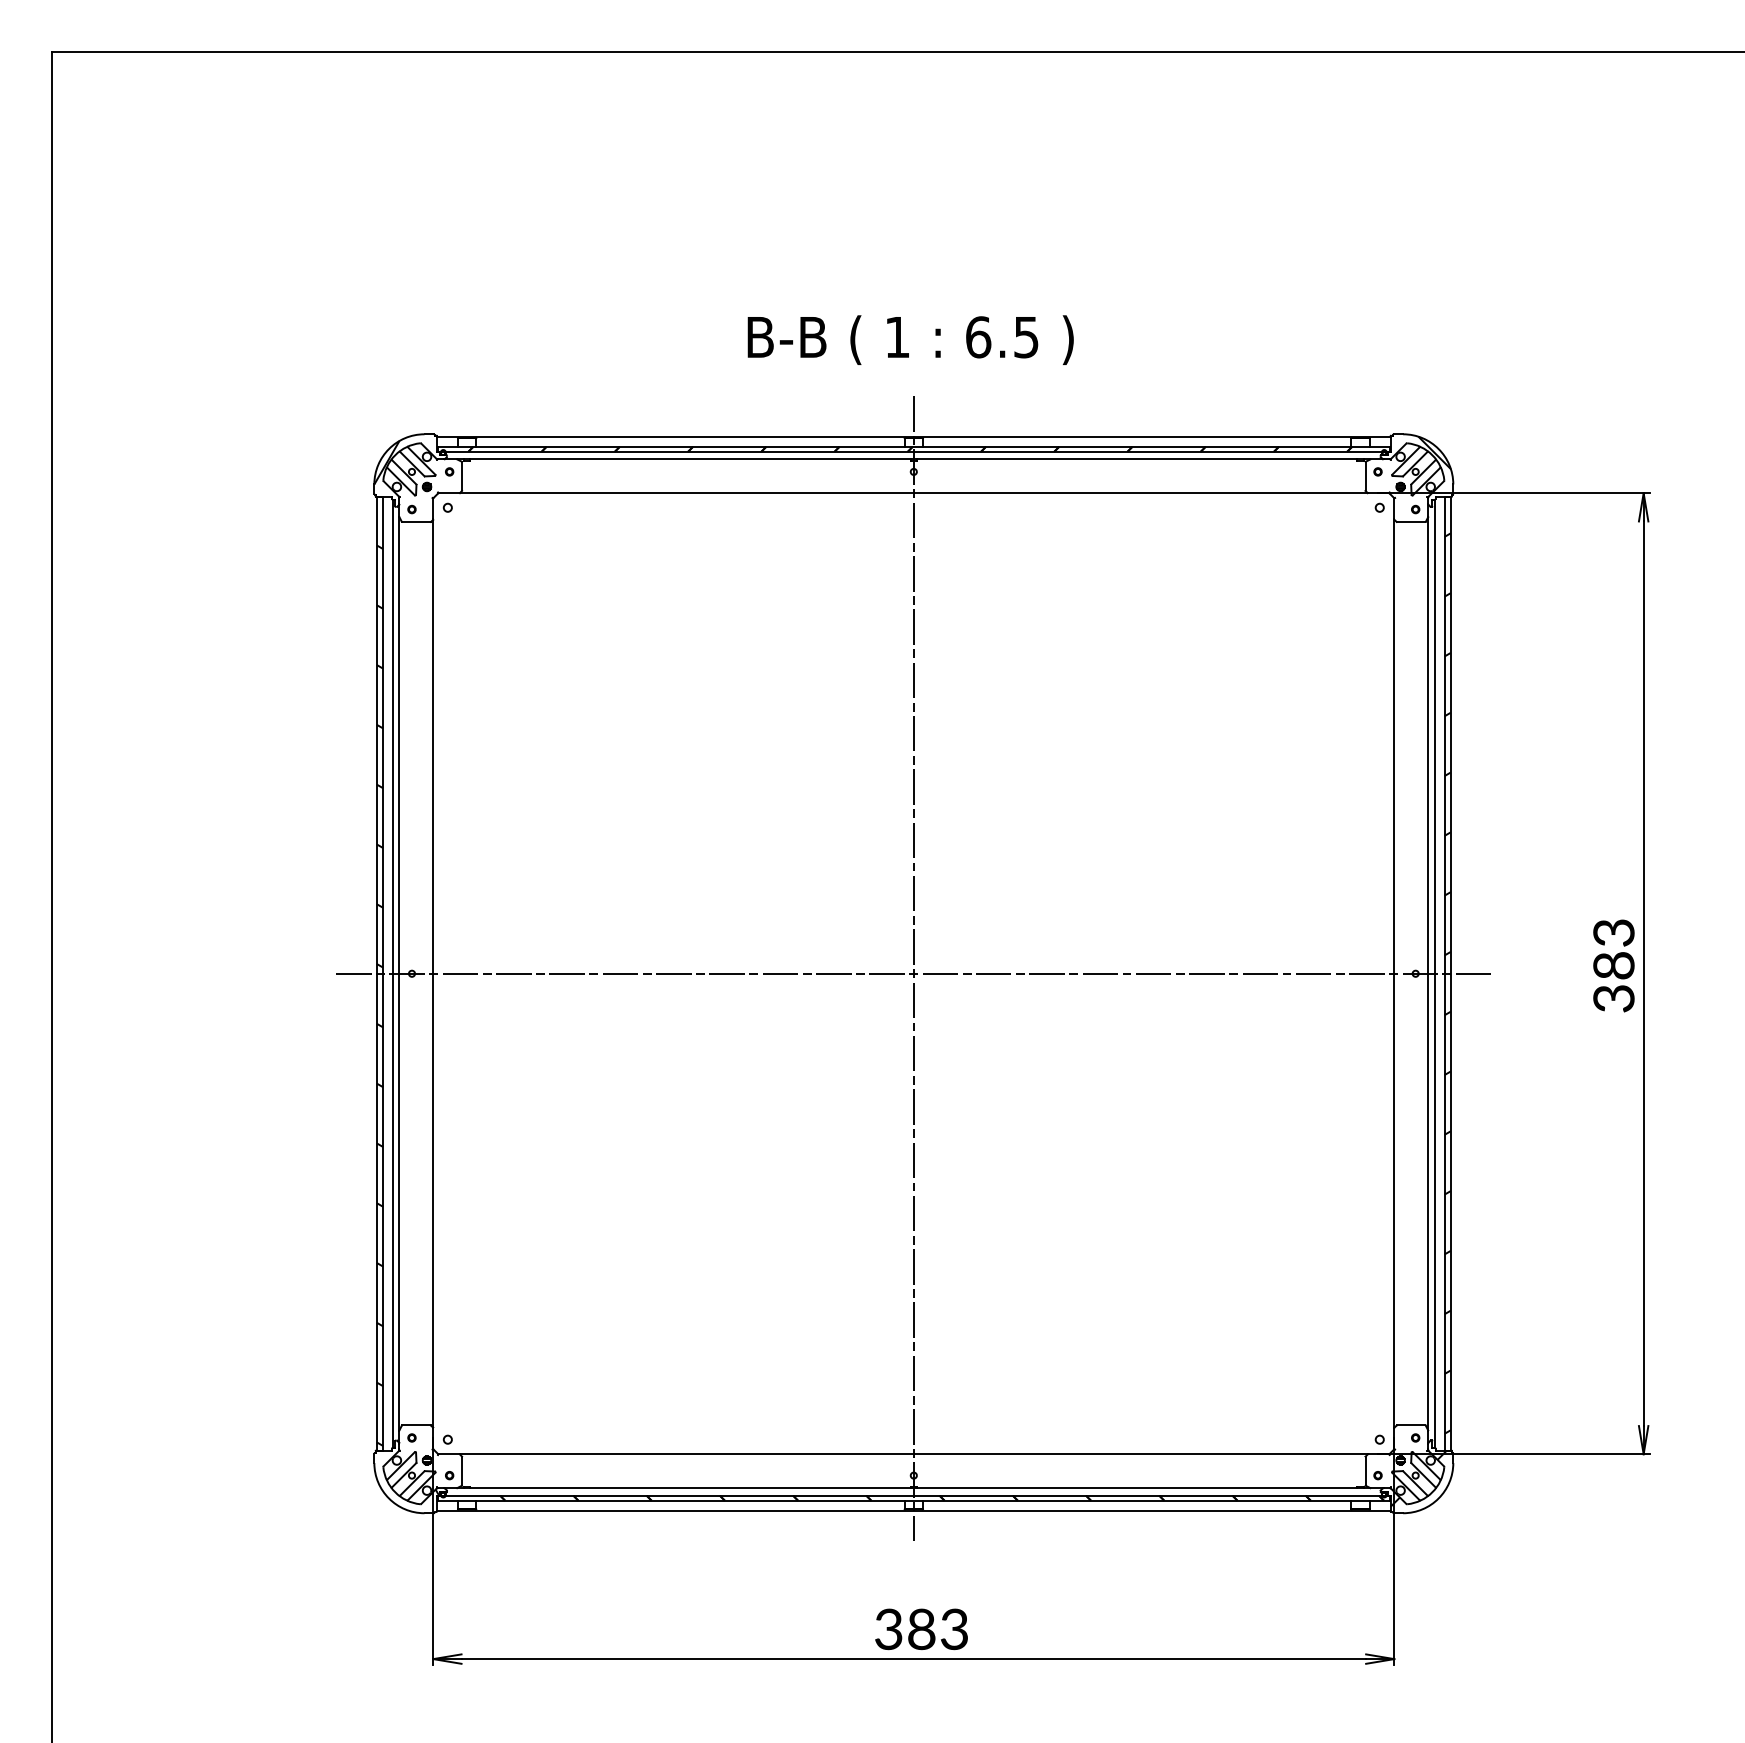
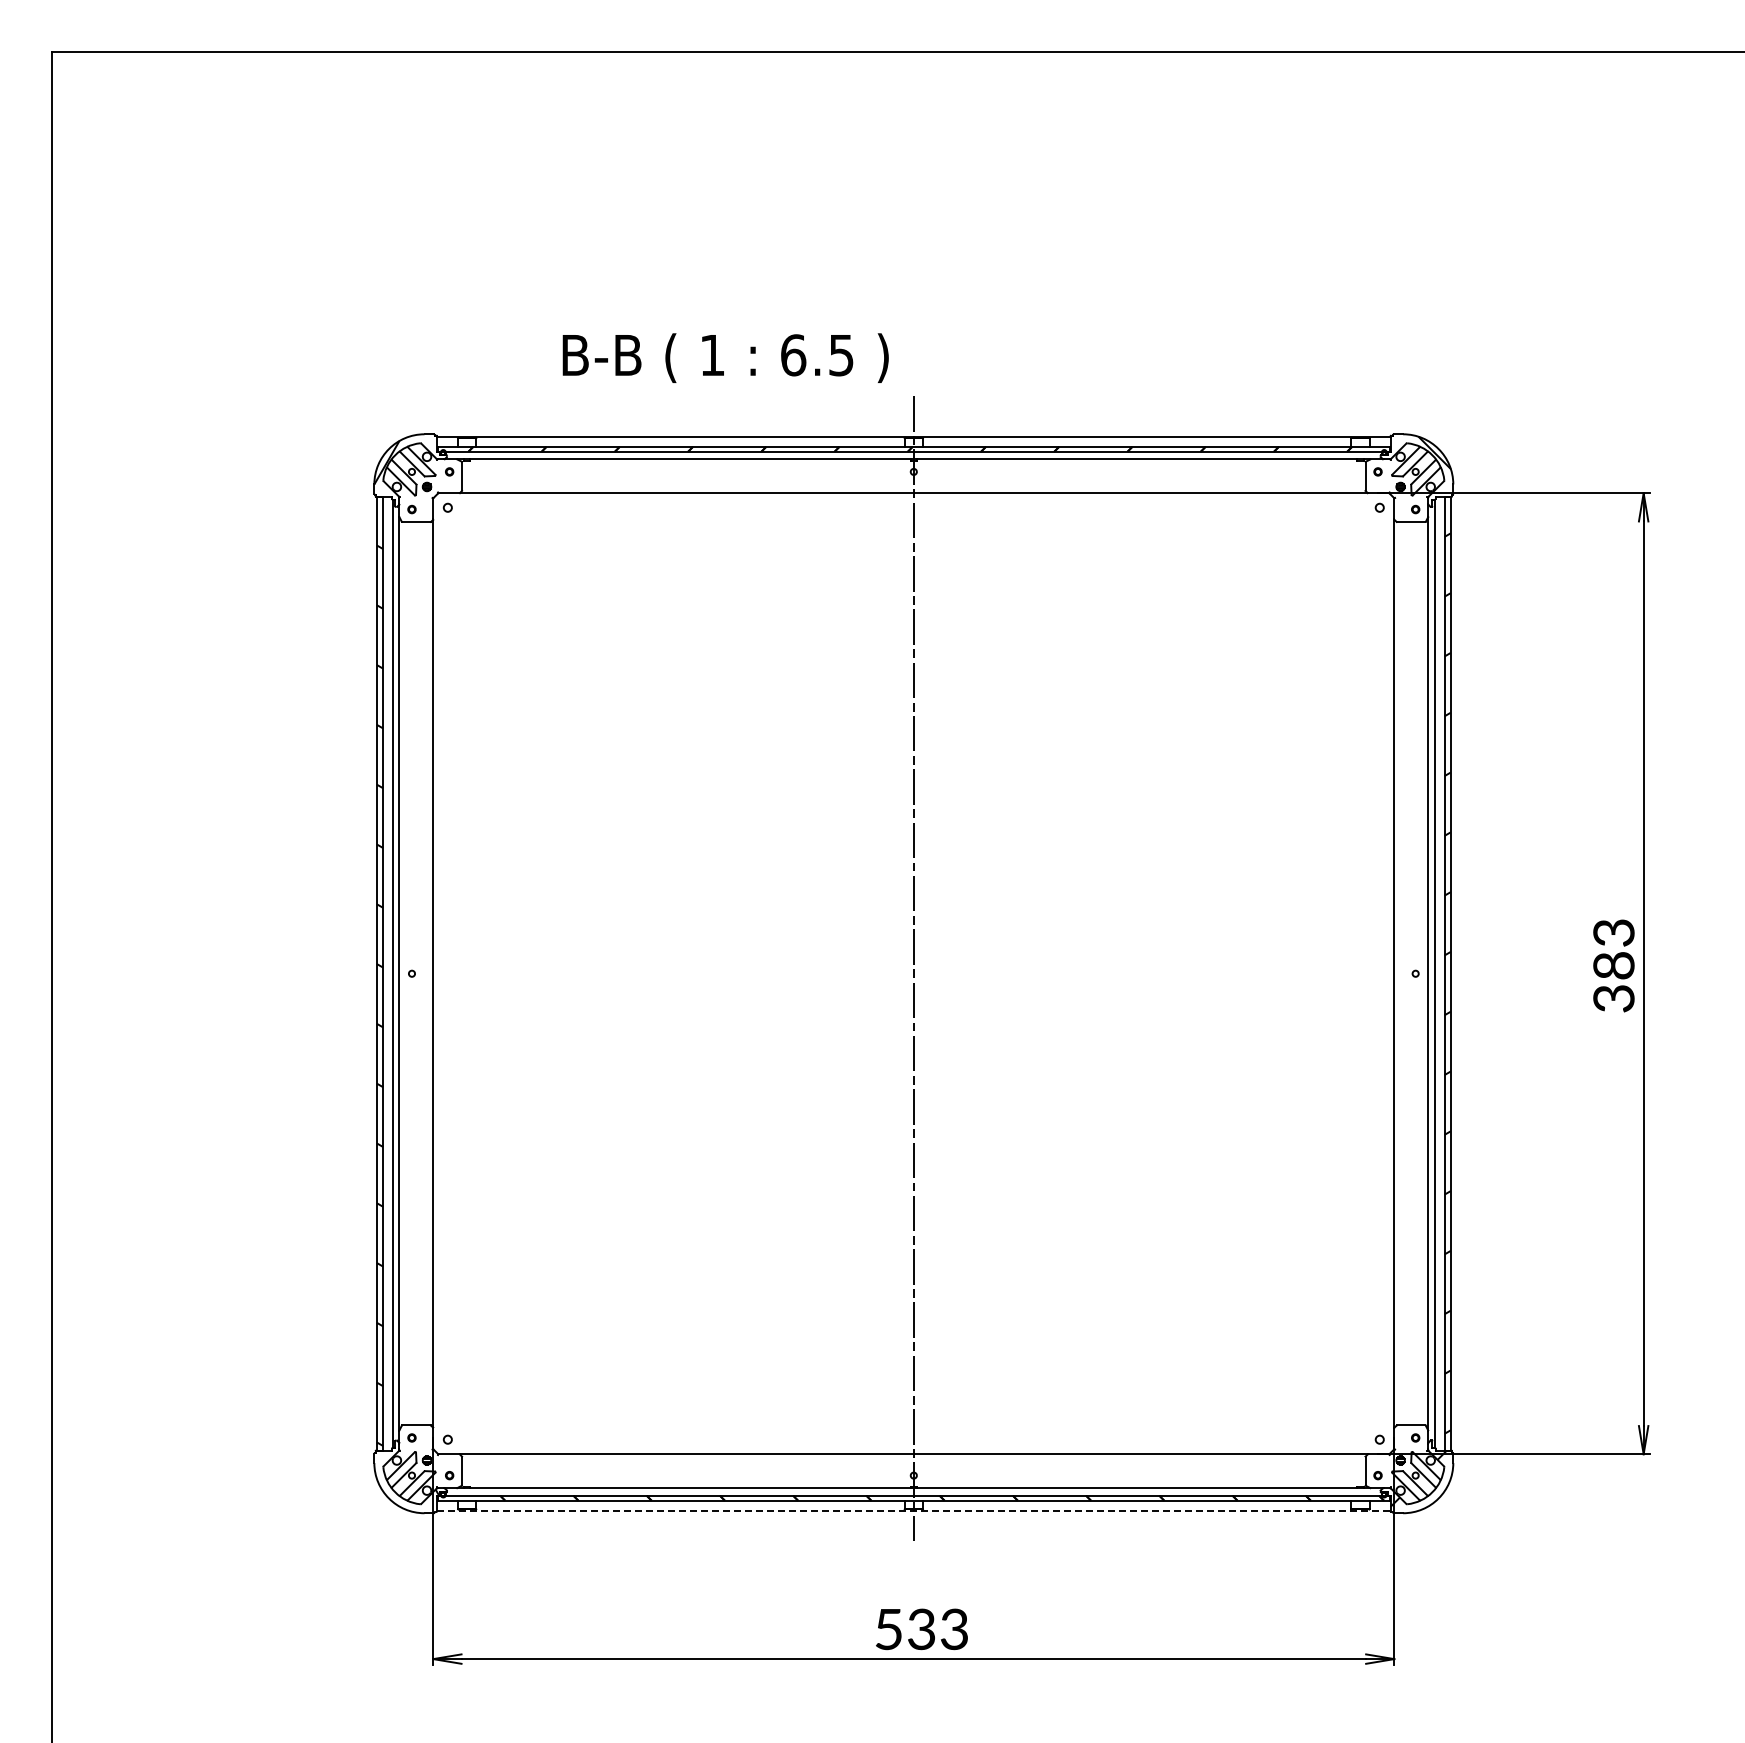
text at (910, 339) position: (910, 339) -> (725, 357)
line at (913, 973): present -> none
line at (913, 1510): solid -> dashed
text at (905, 1629): 383 -> 533
